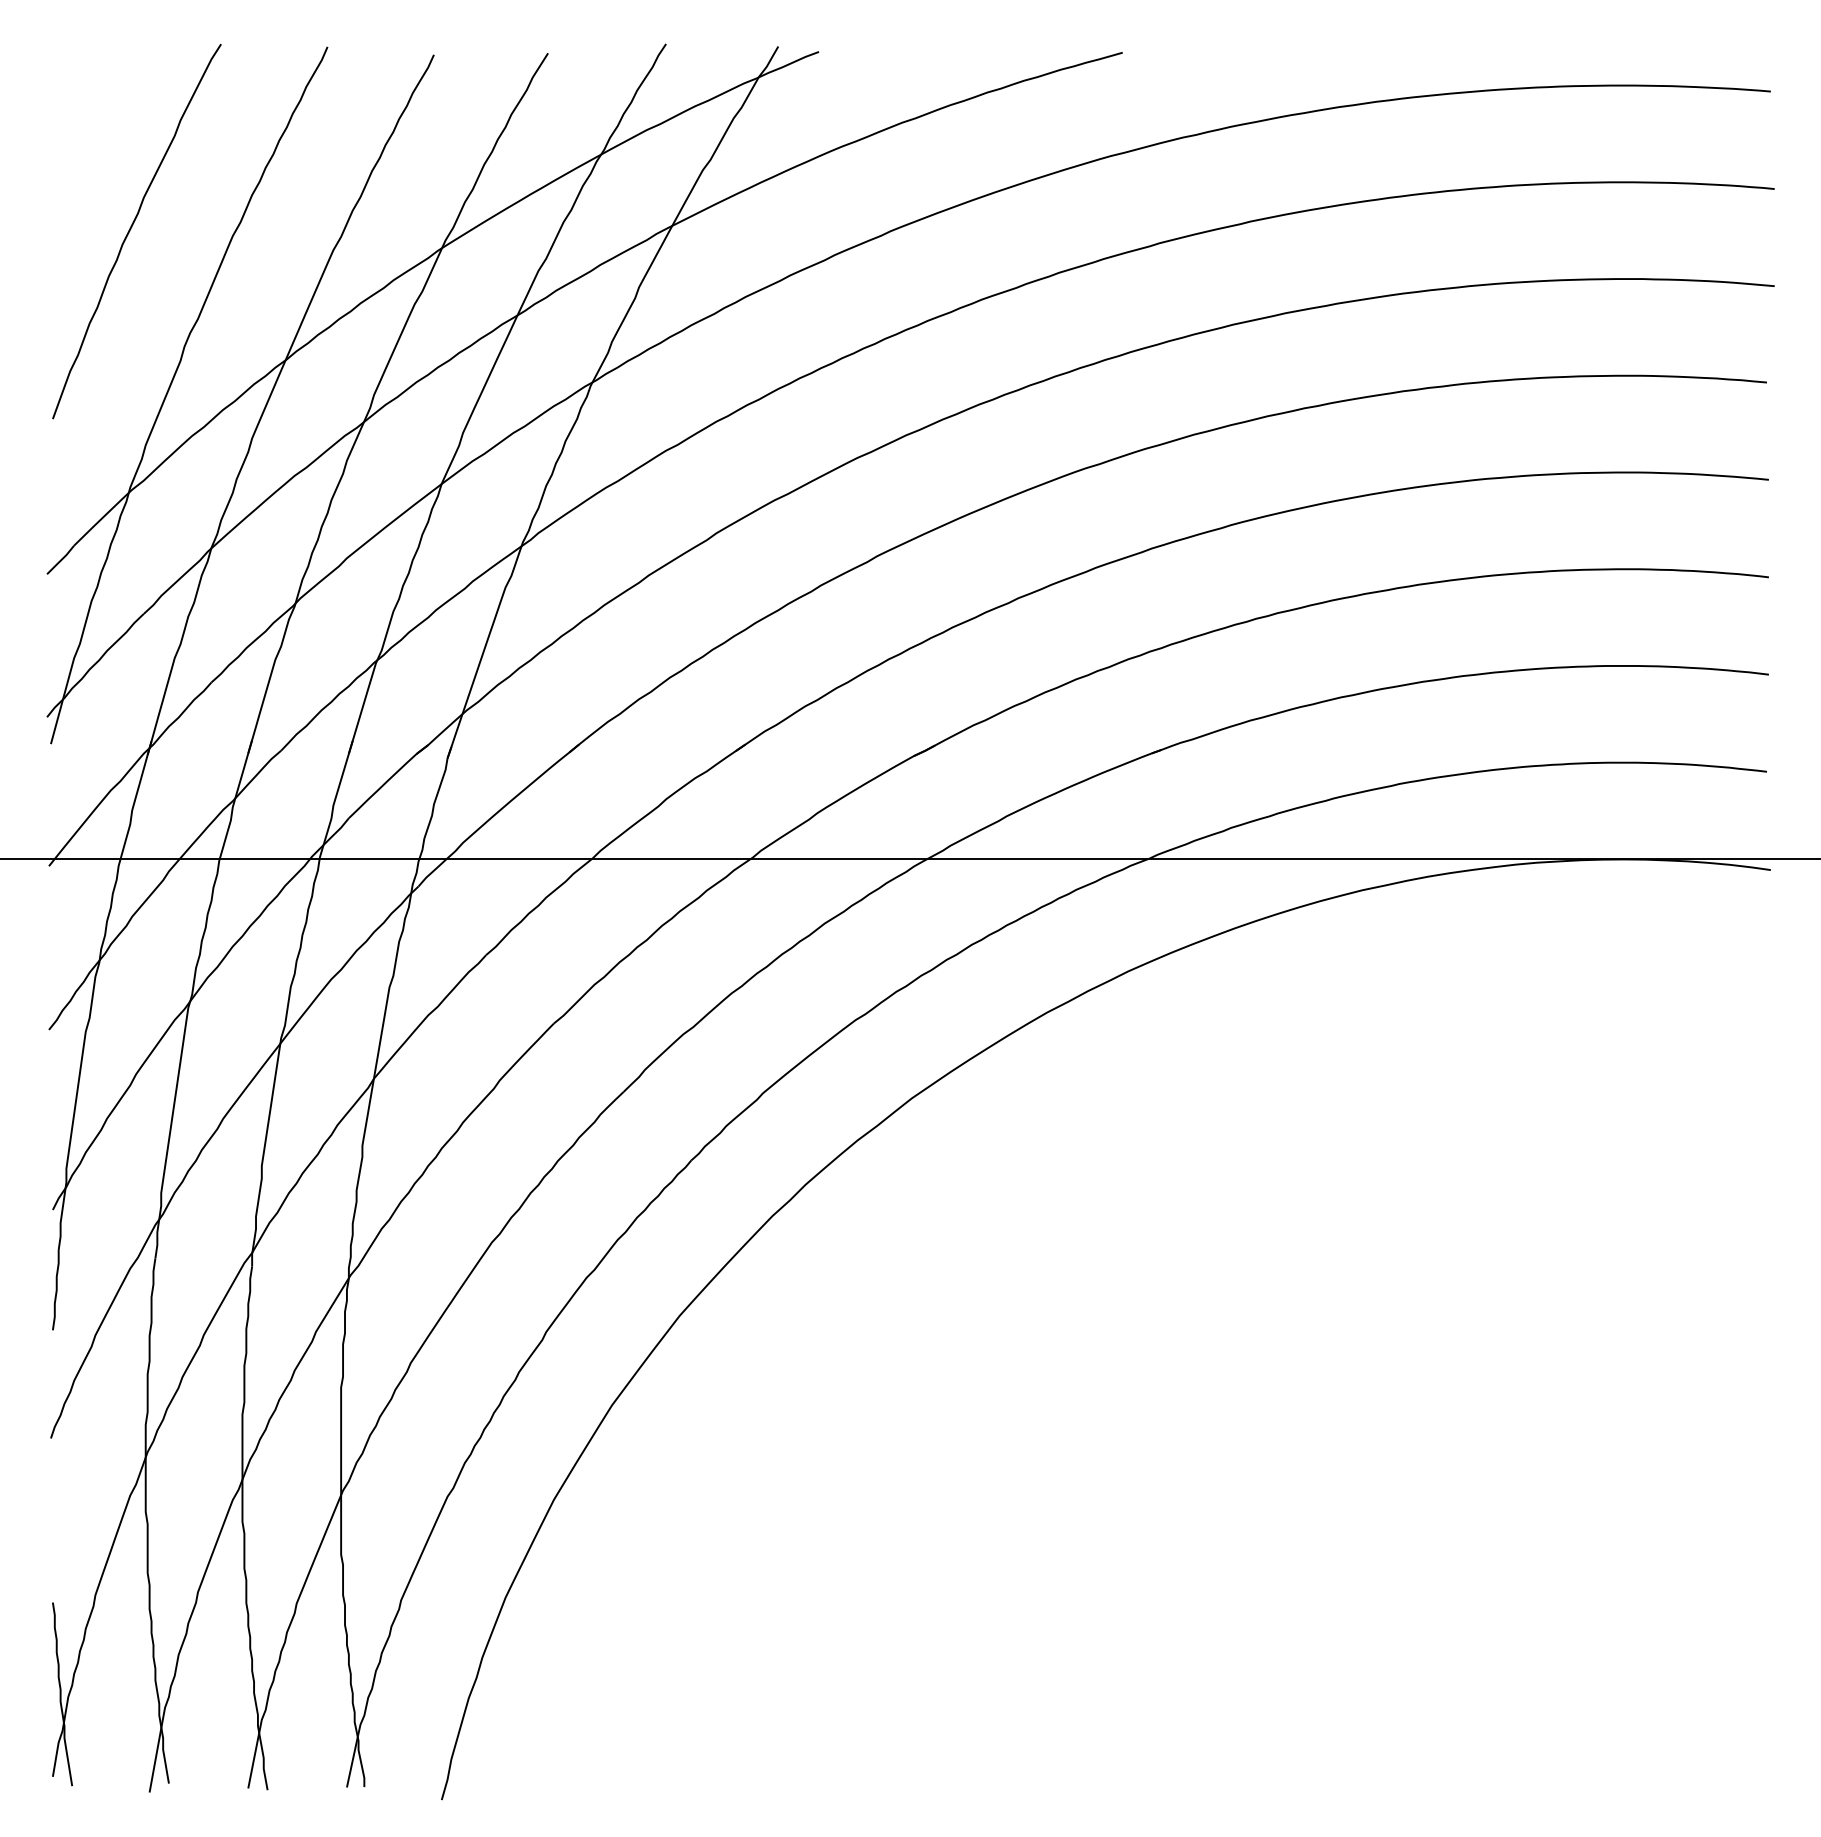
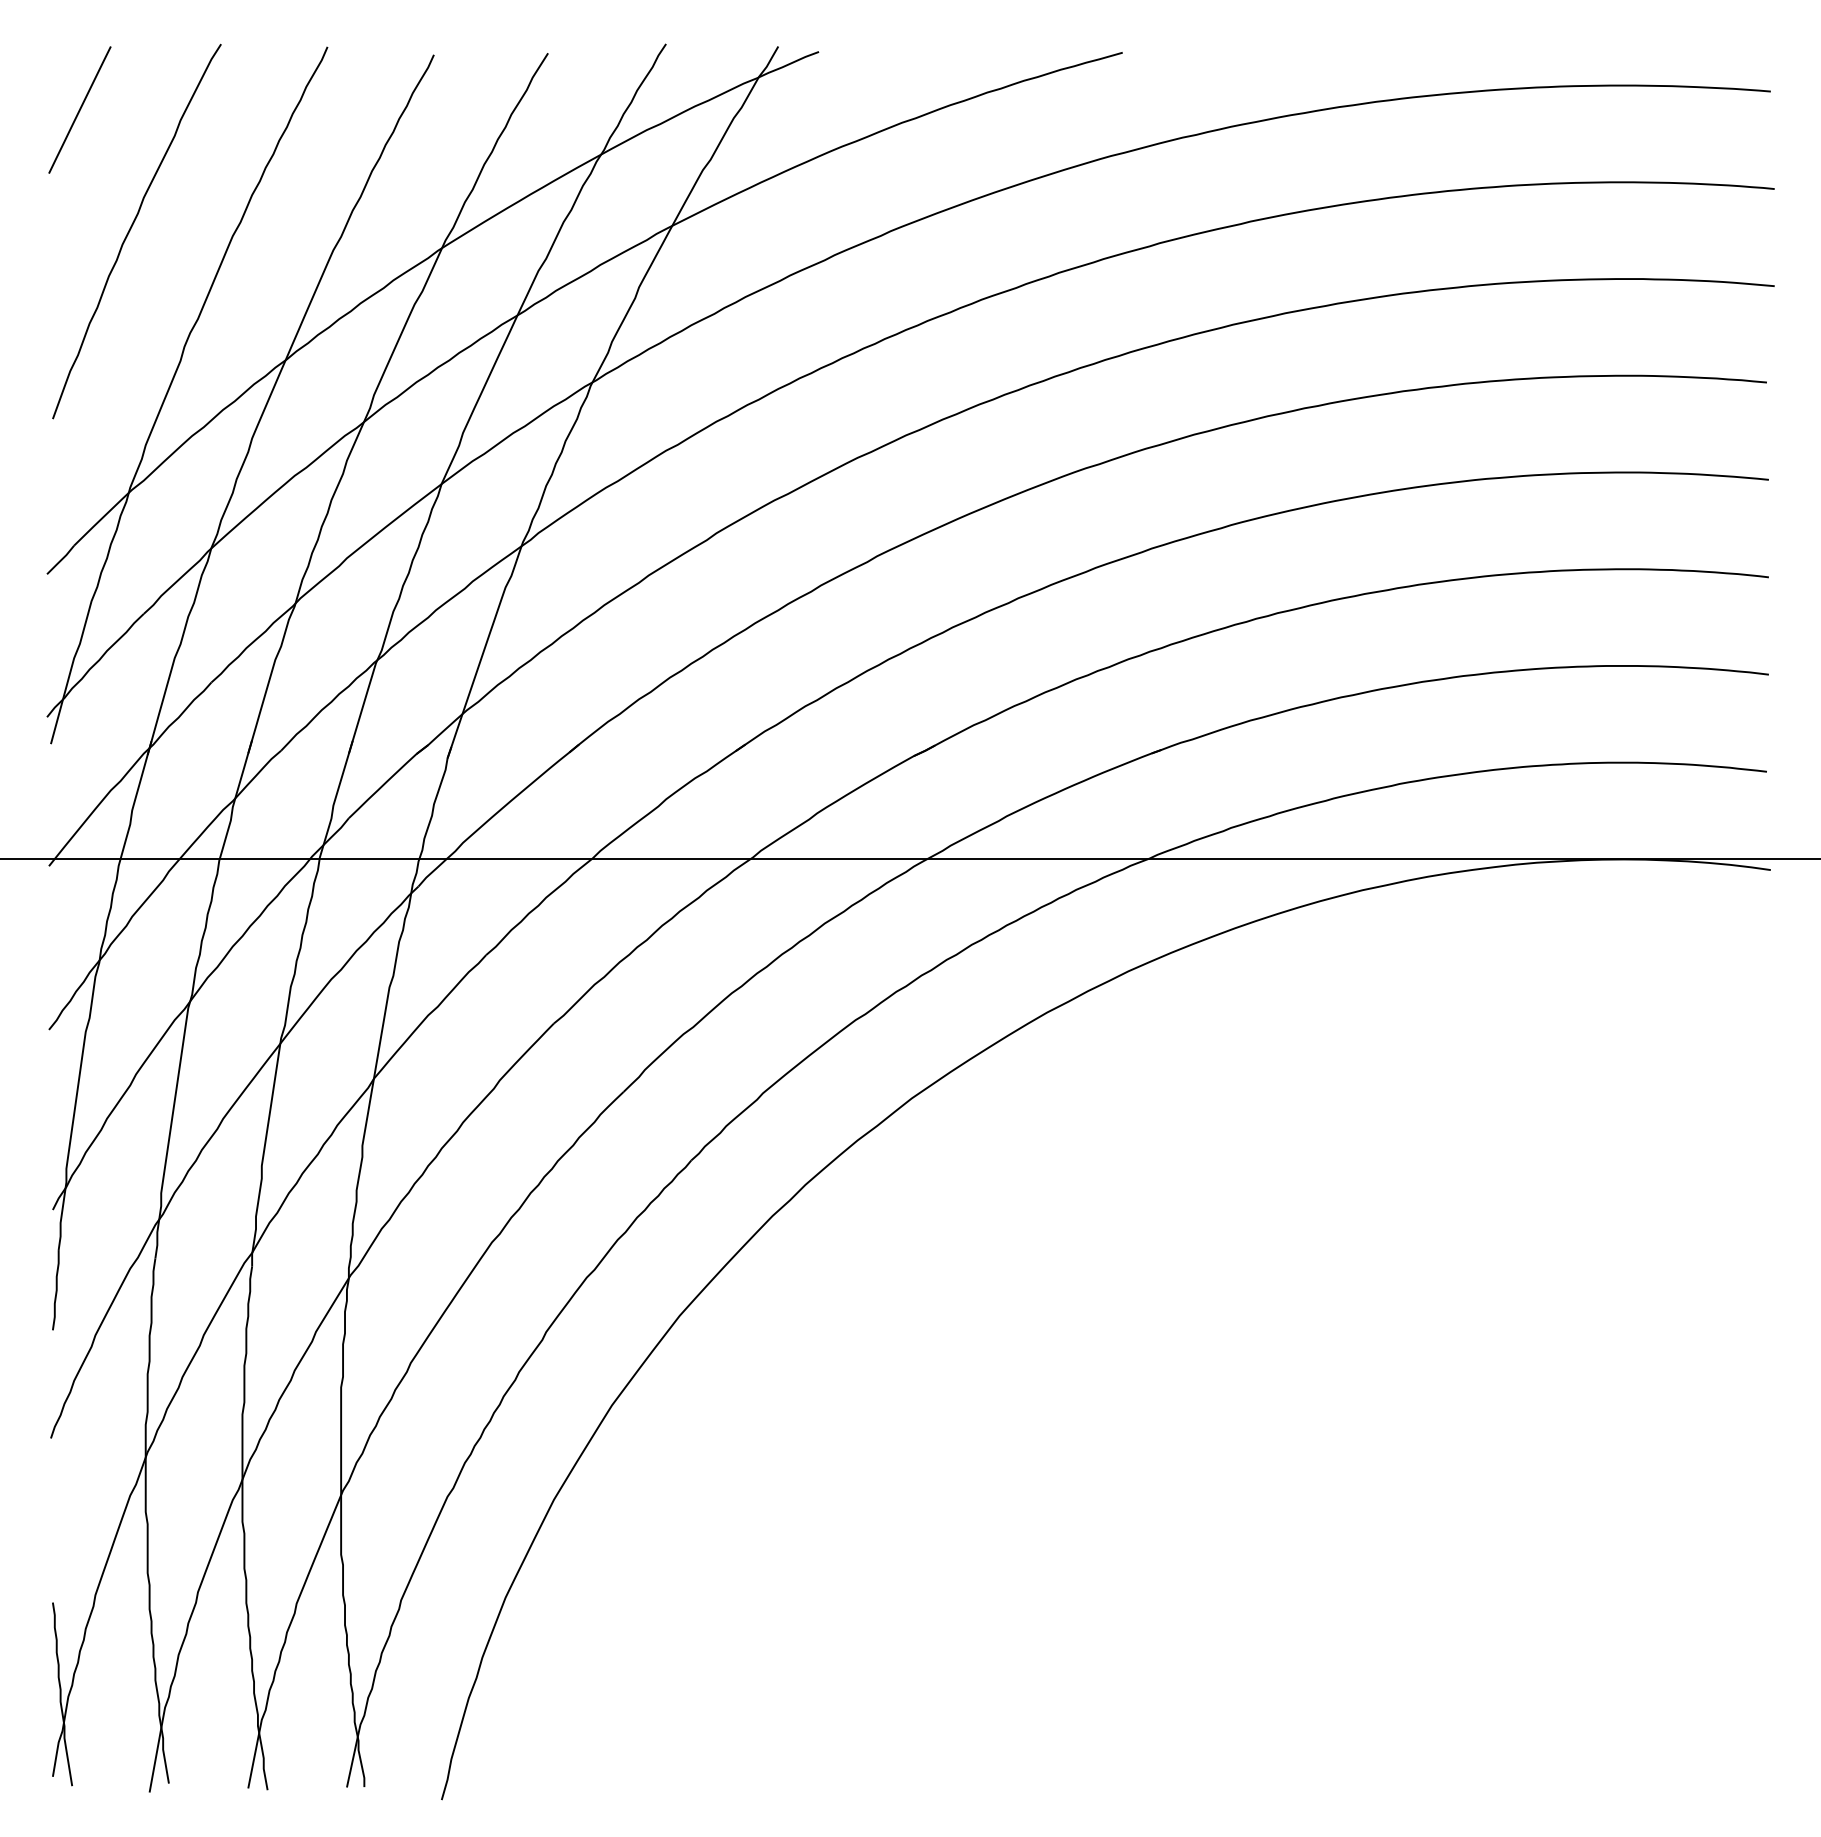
line at (79, 109): none -> present
